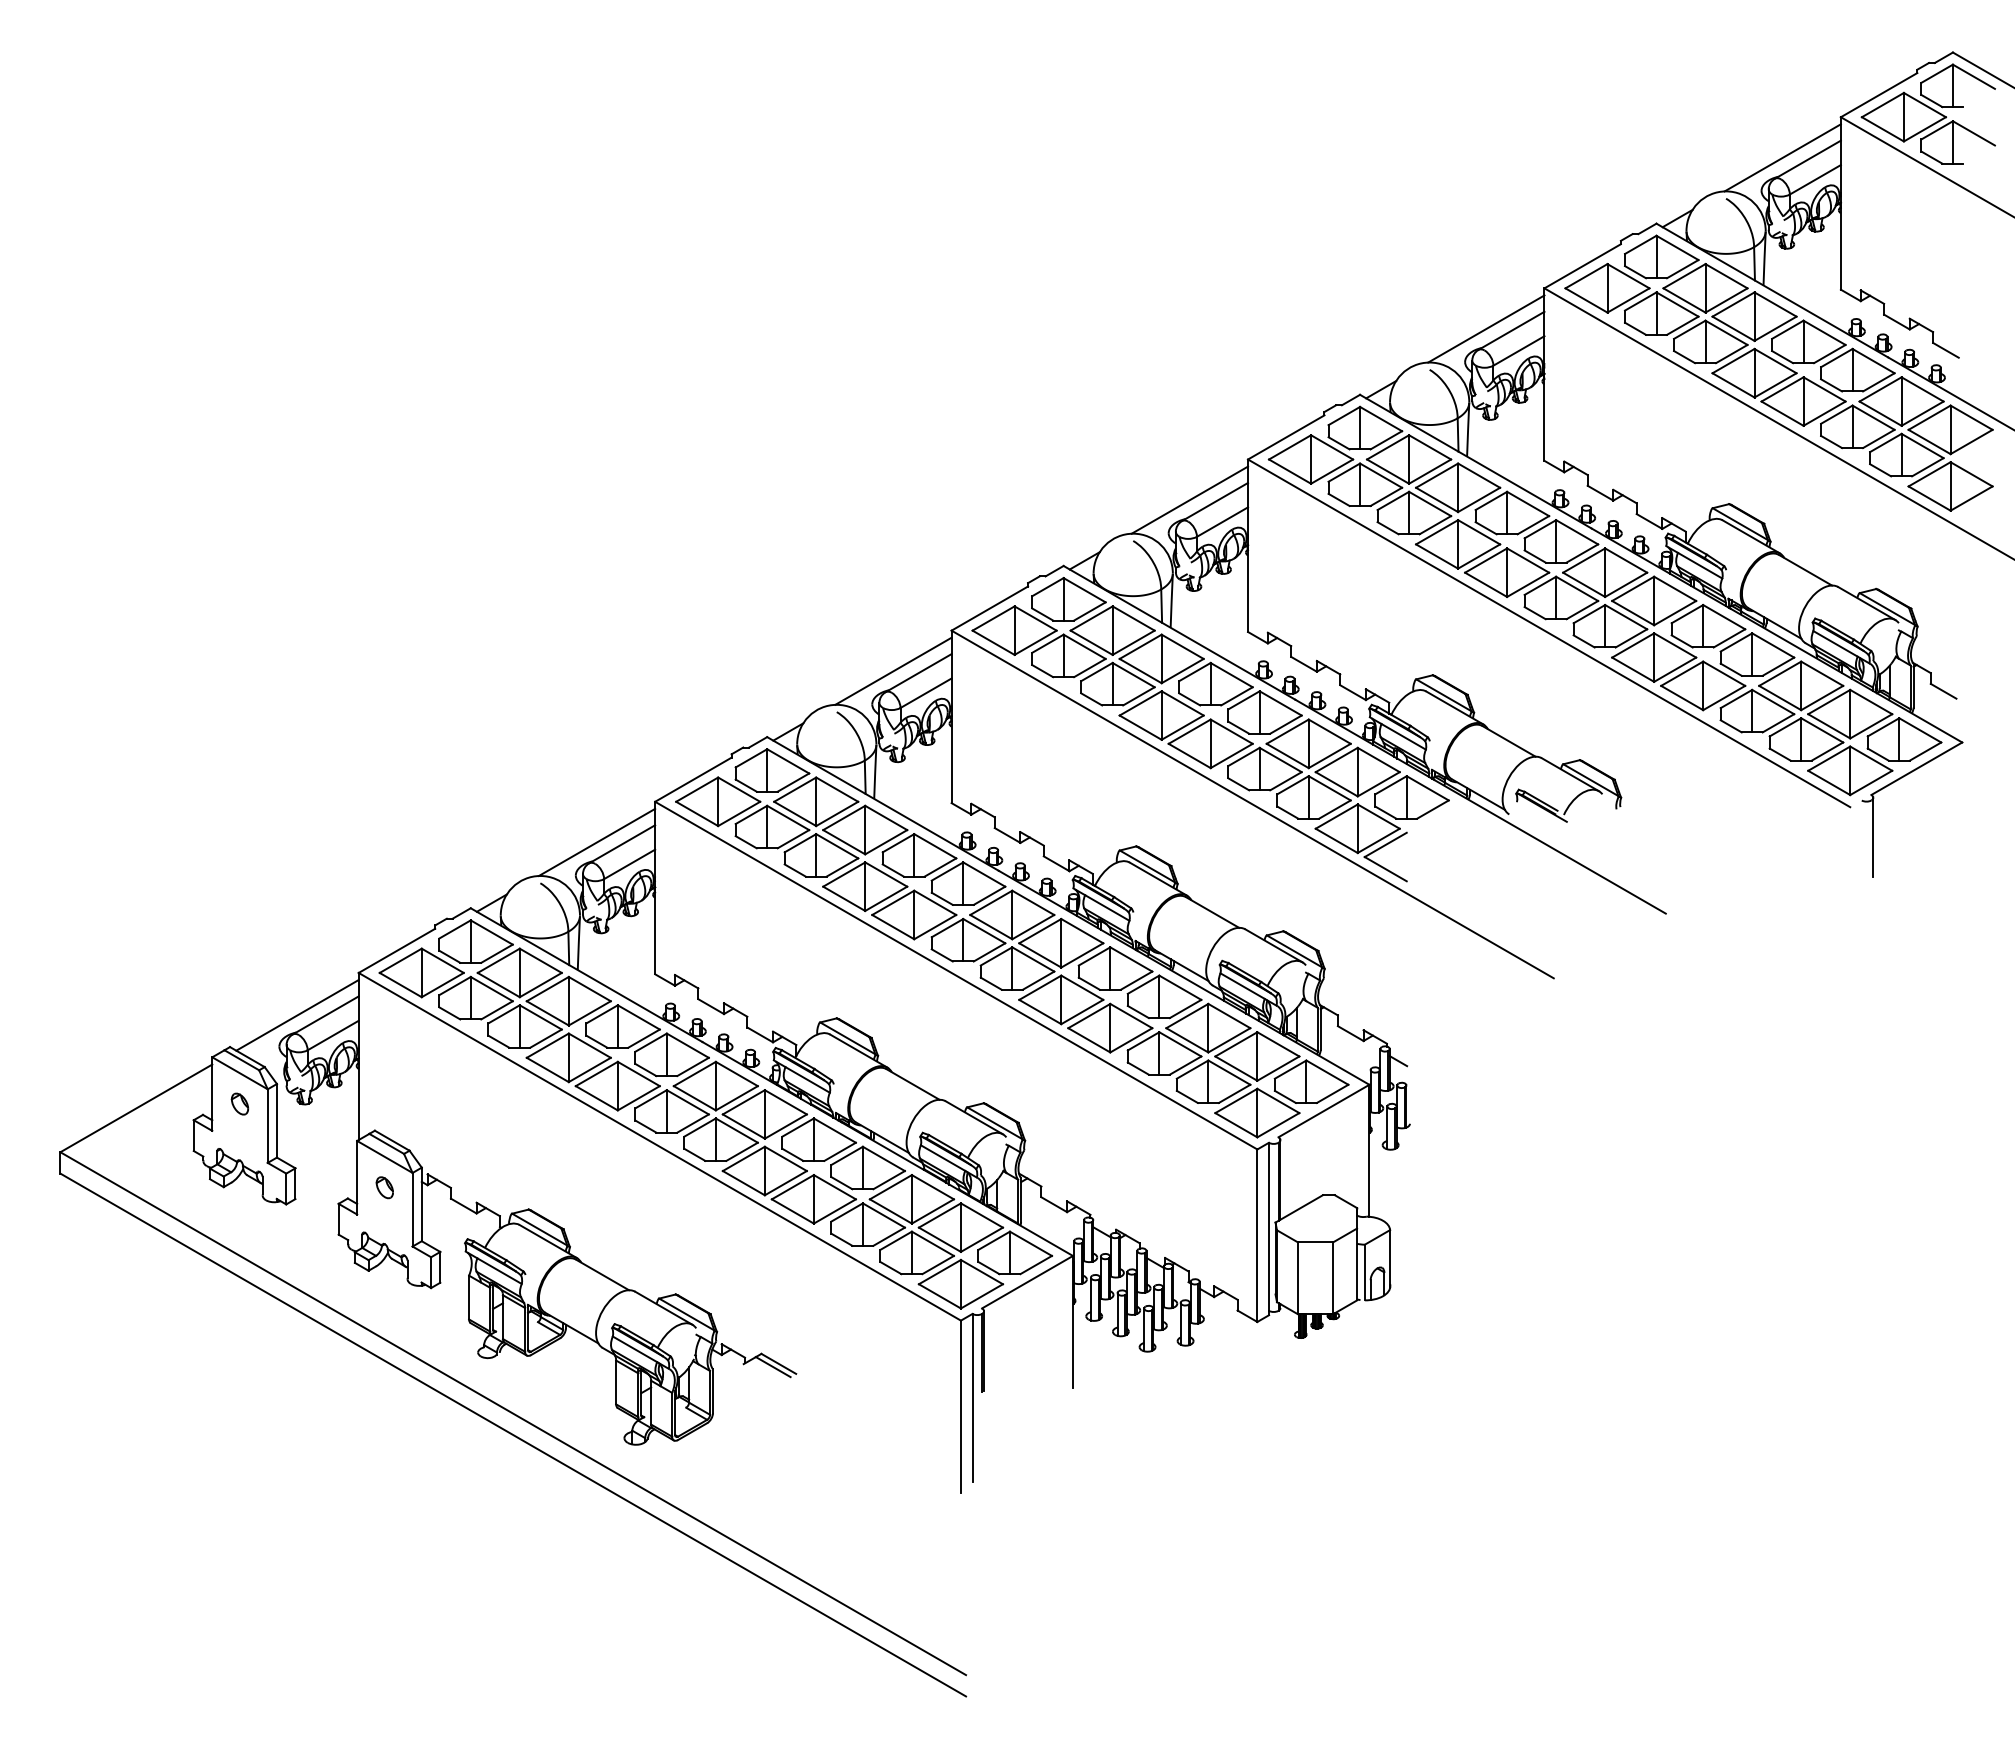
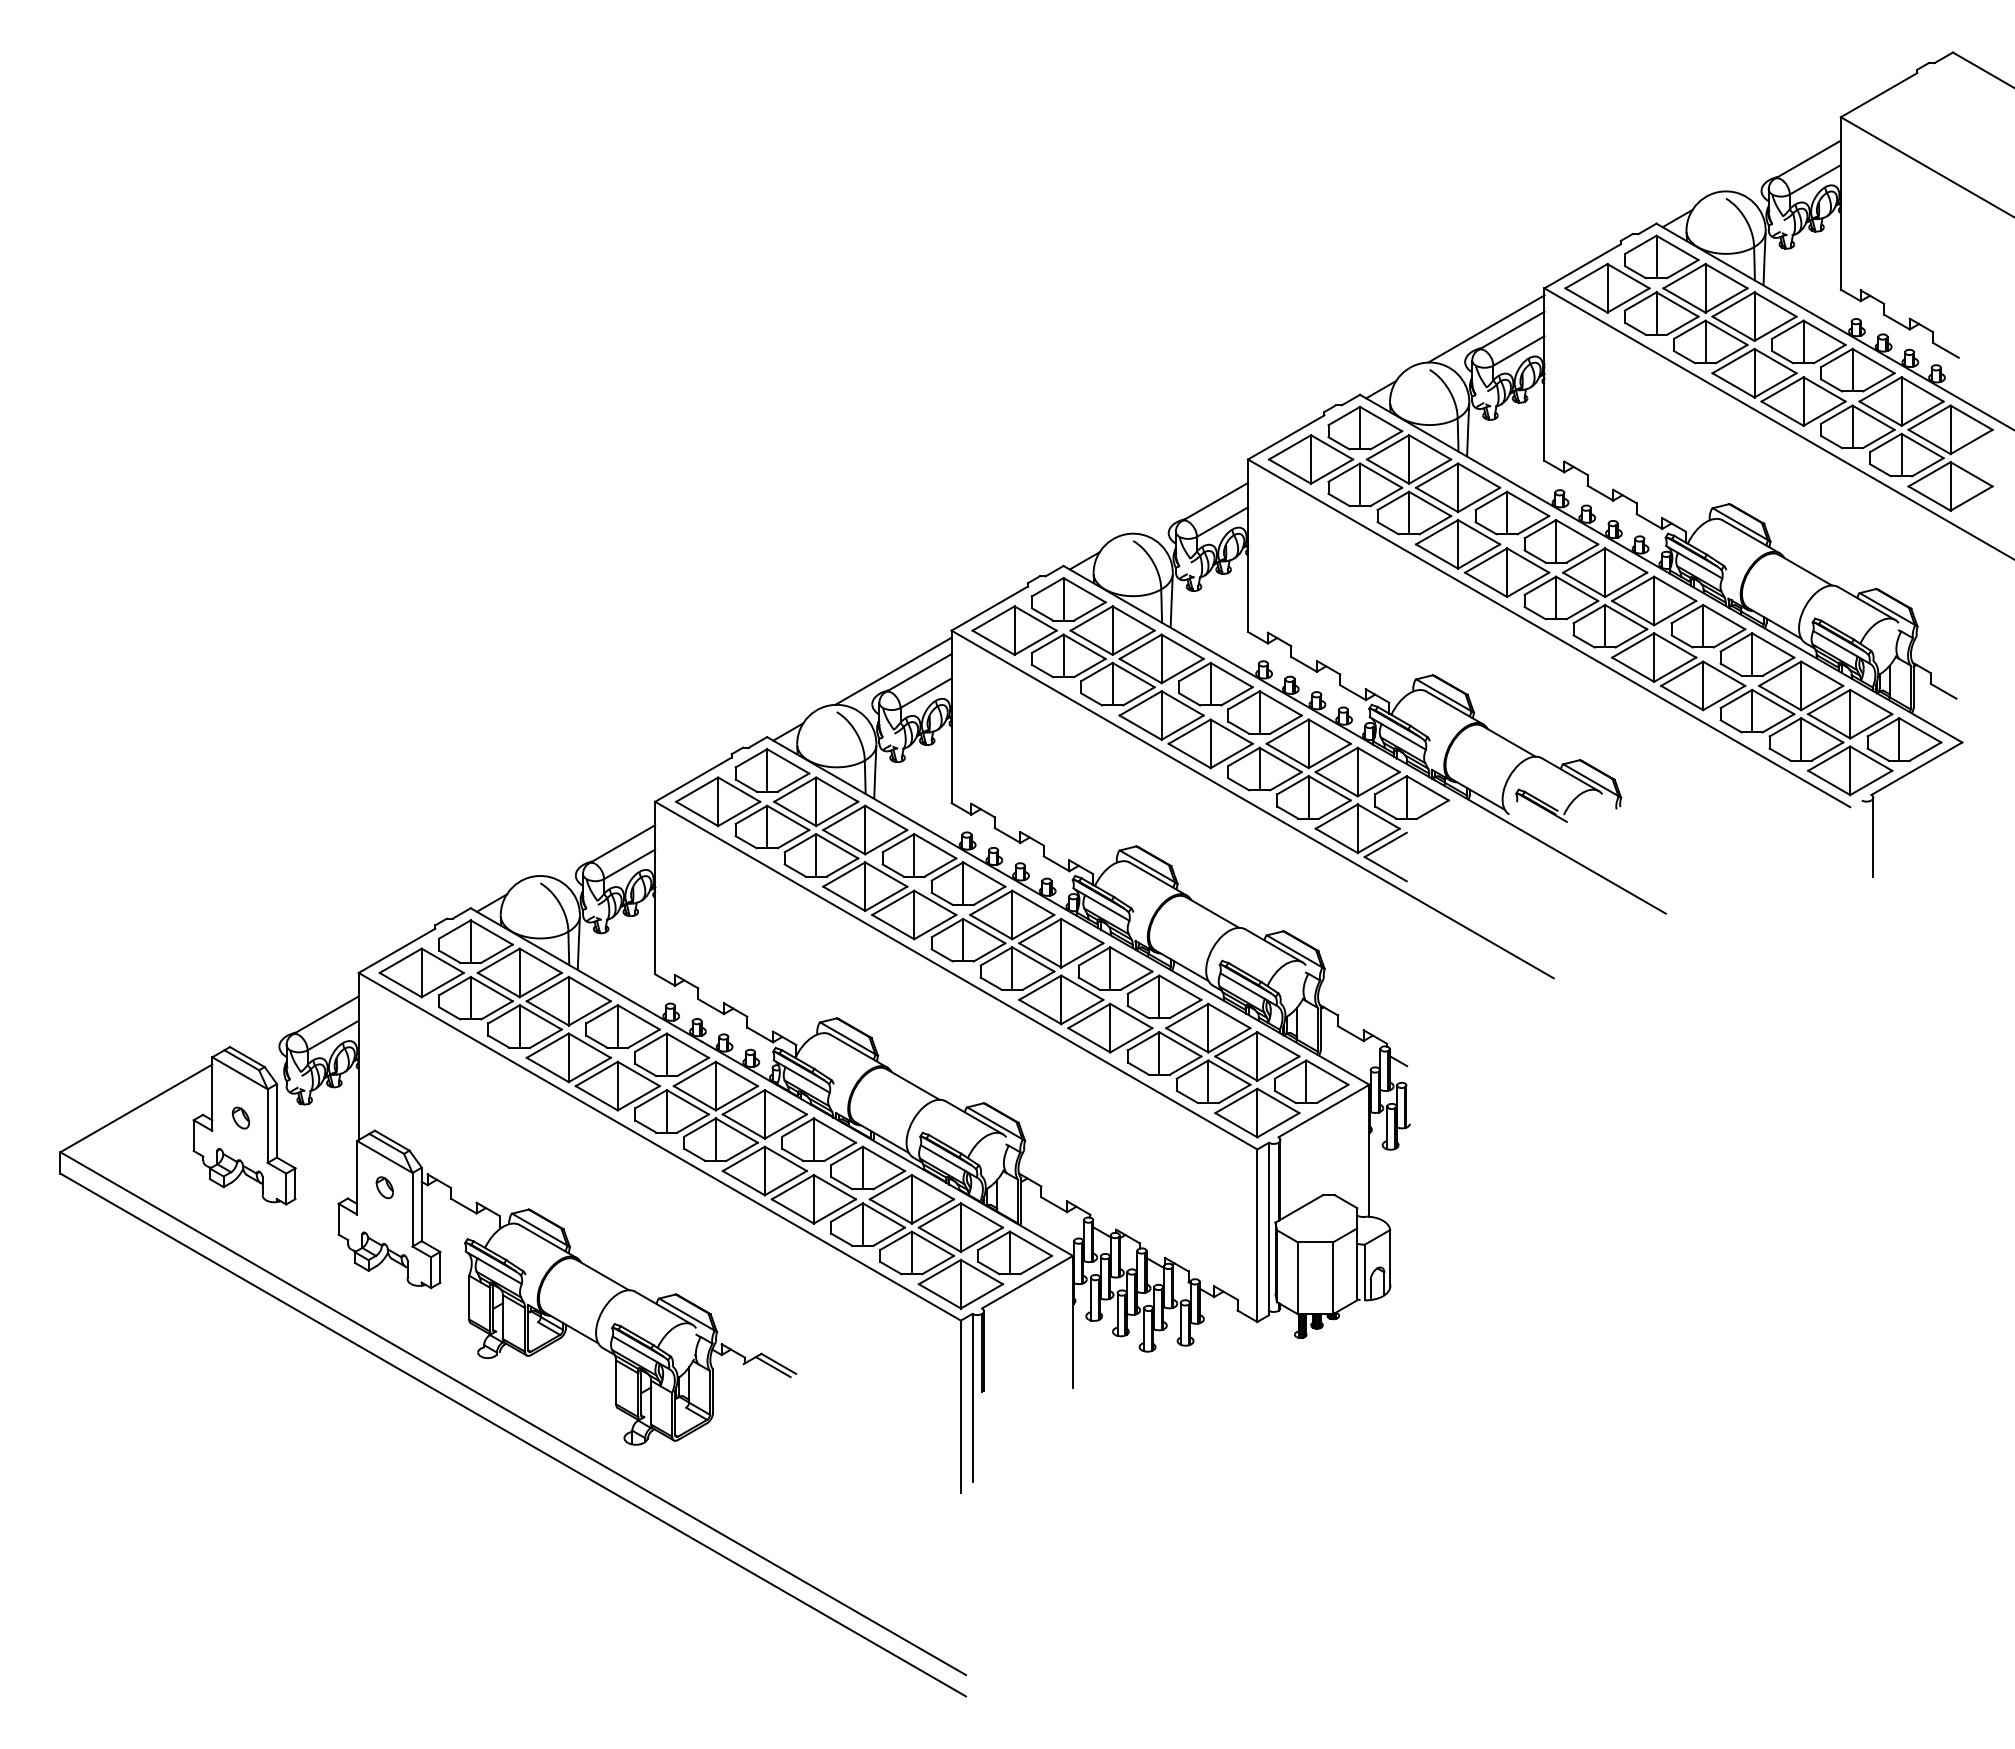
part at (1927, 113): present -> none
line at (1782, 157): present -> none
line at (1189, 499): present -> none
line at (596, 842): present -> none
line at (297, 1015): present -> none
part at (239, 1103) position: (239, 1103) -> (240, 1117)
